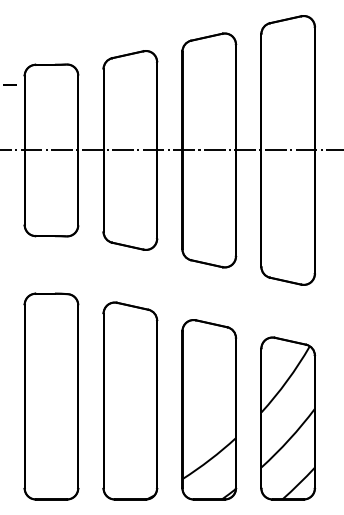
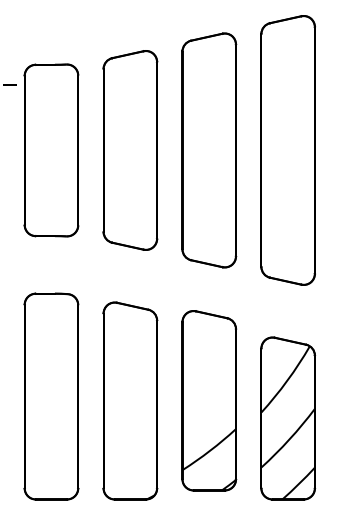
line at (171, 150): present -> none
part at (209, 409) position: (209, 409) -> (209, 400)
